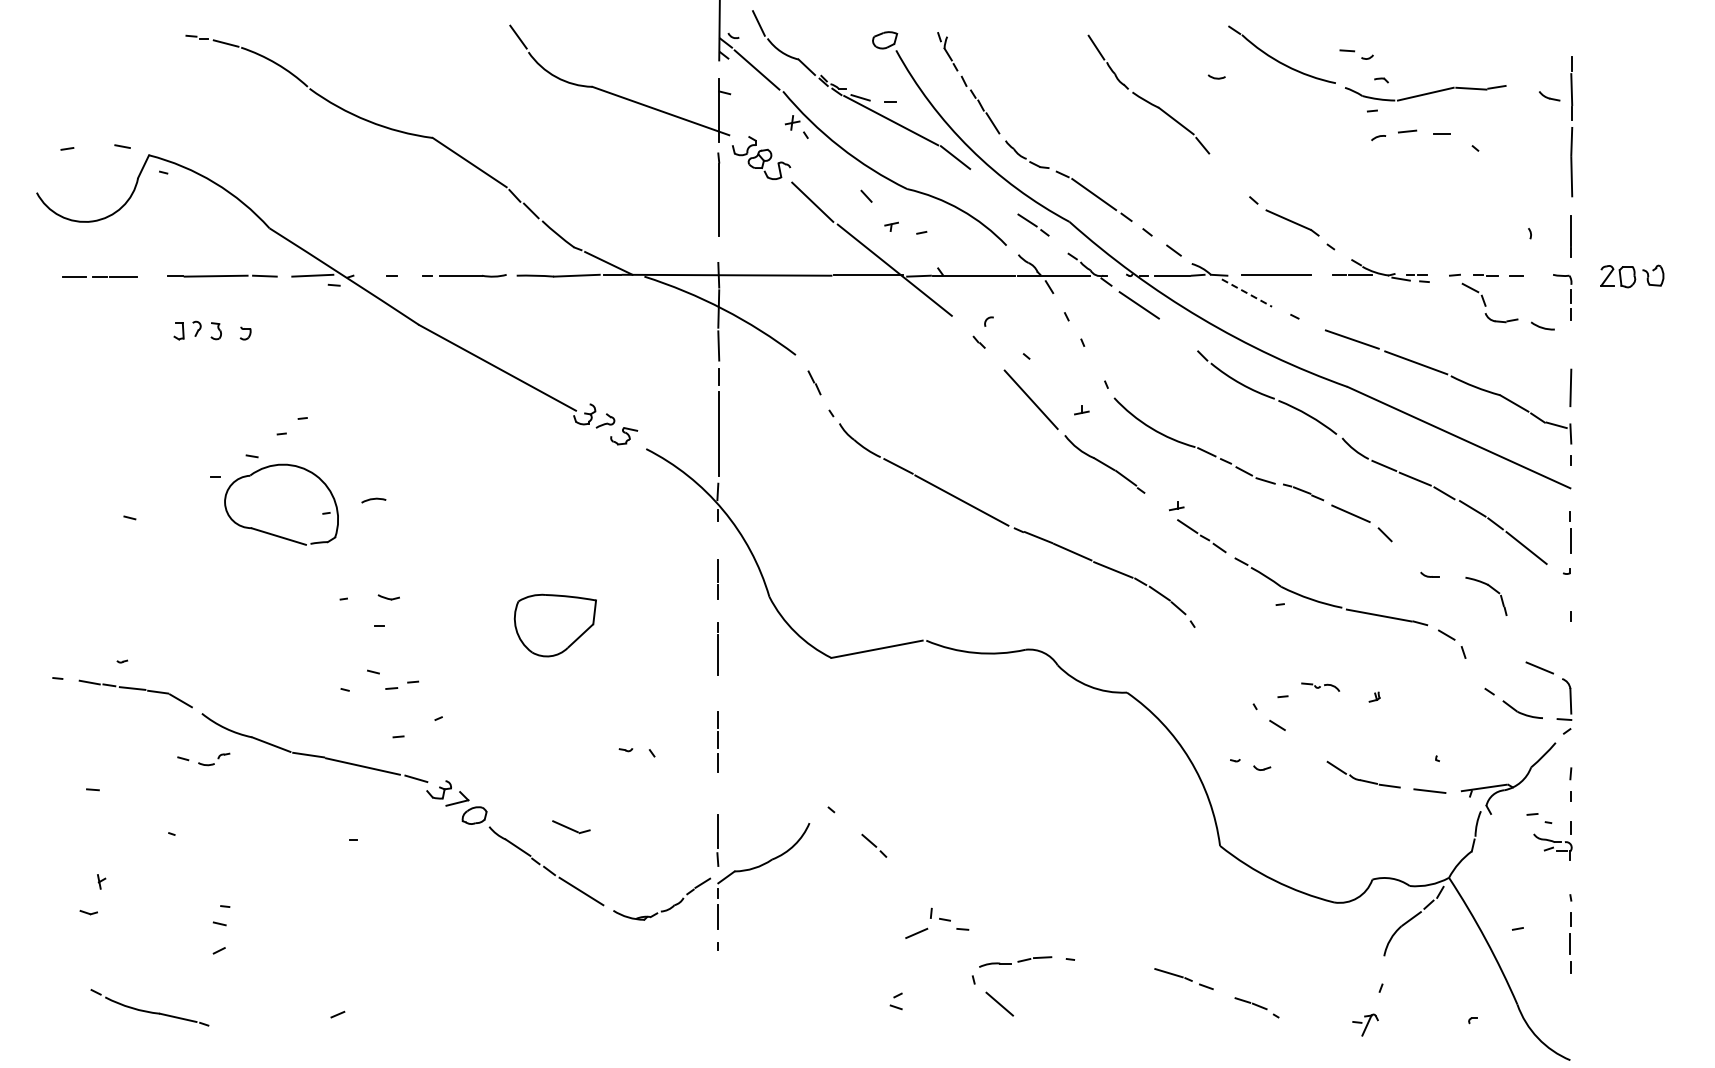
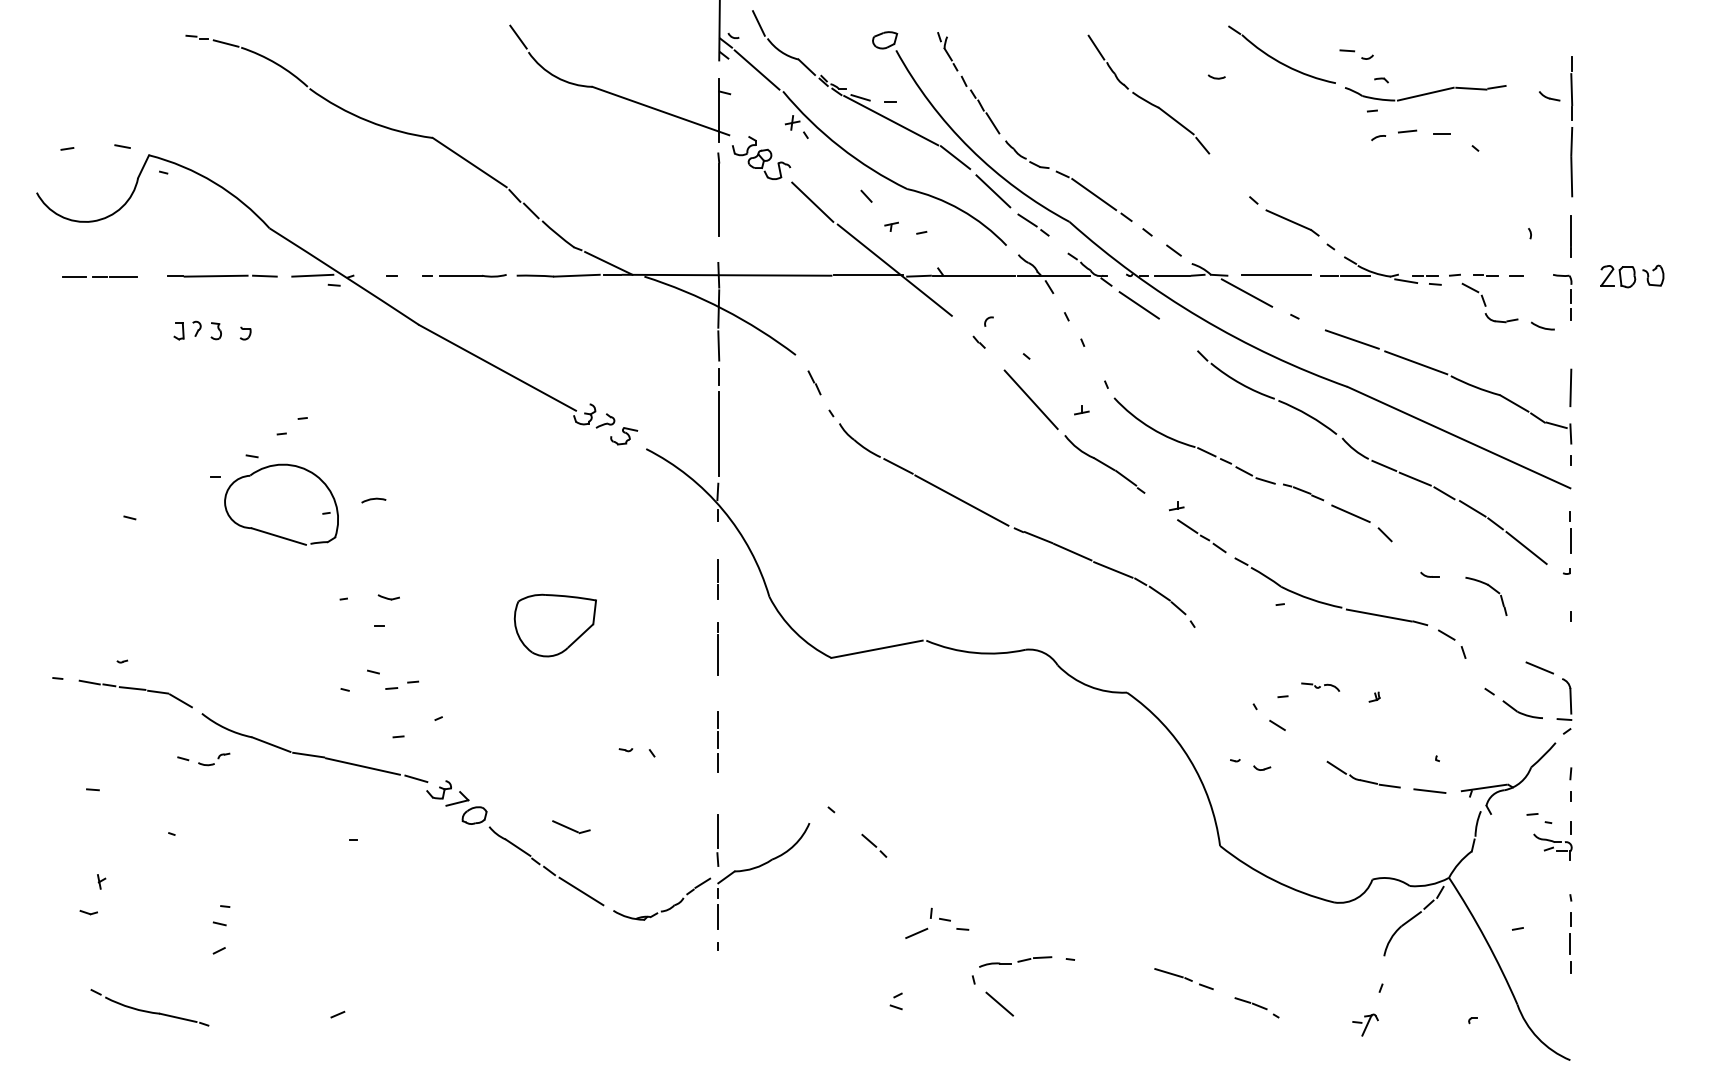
line at (993, 191): none -> present
part at (1380, 270) size: 98x24 px -> 122x30 px
line at (1246, 293): dashed -> solid
